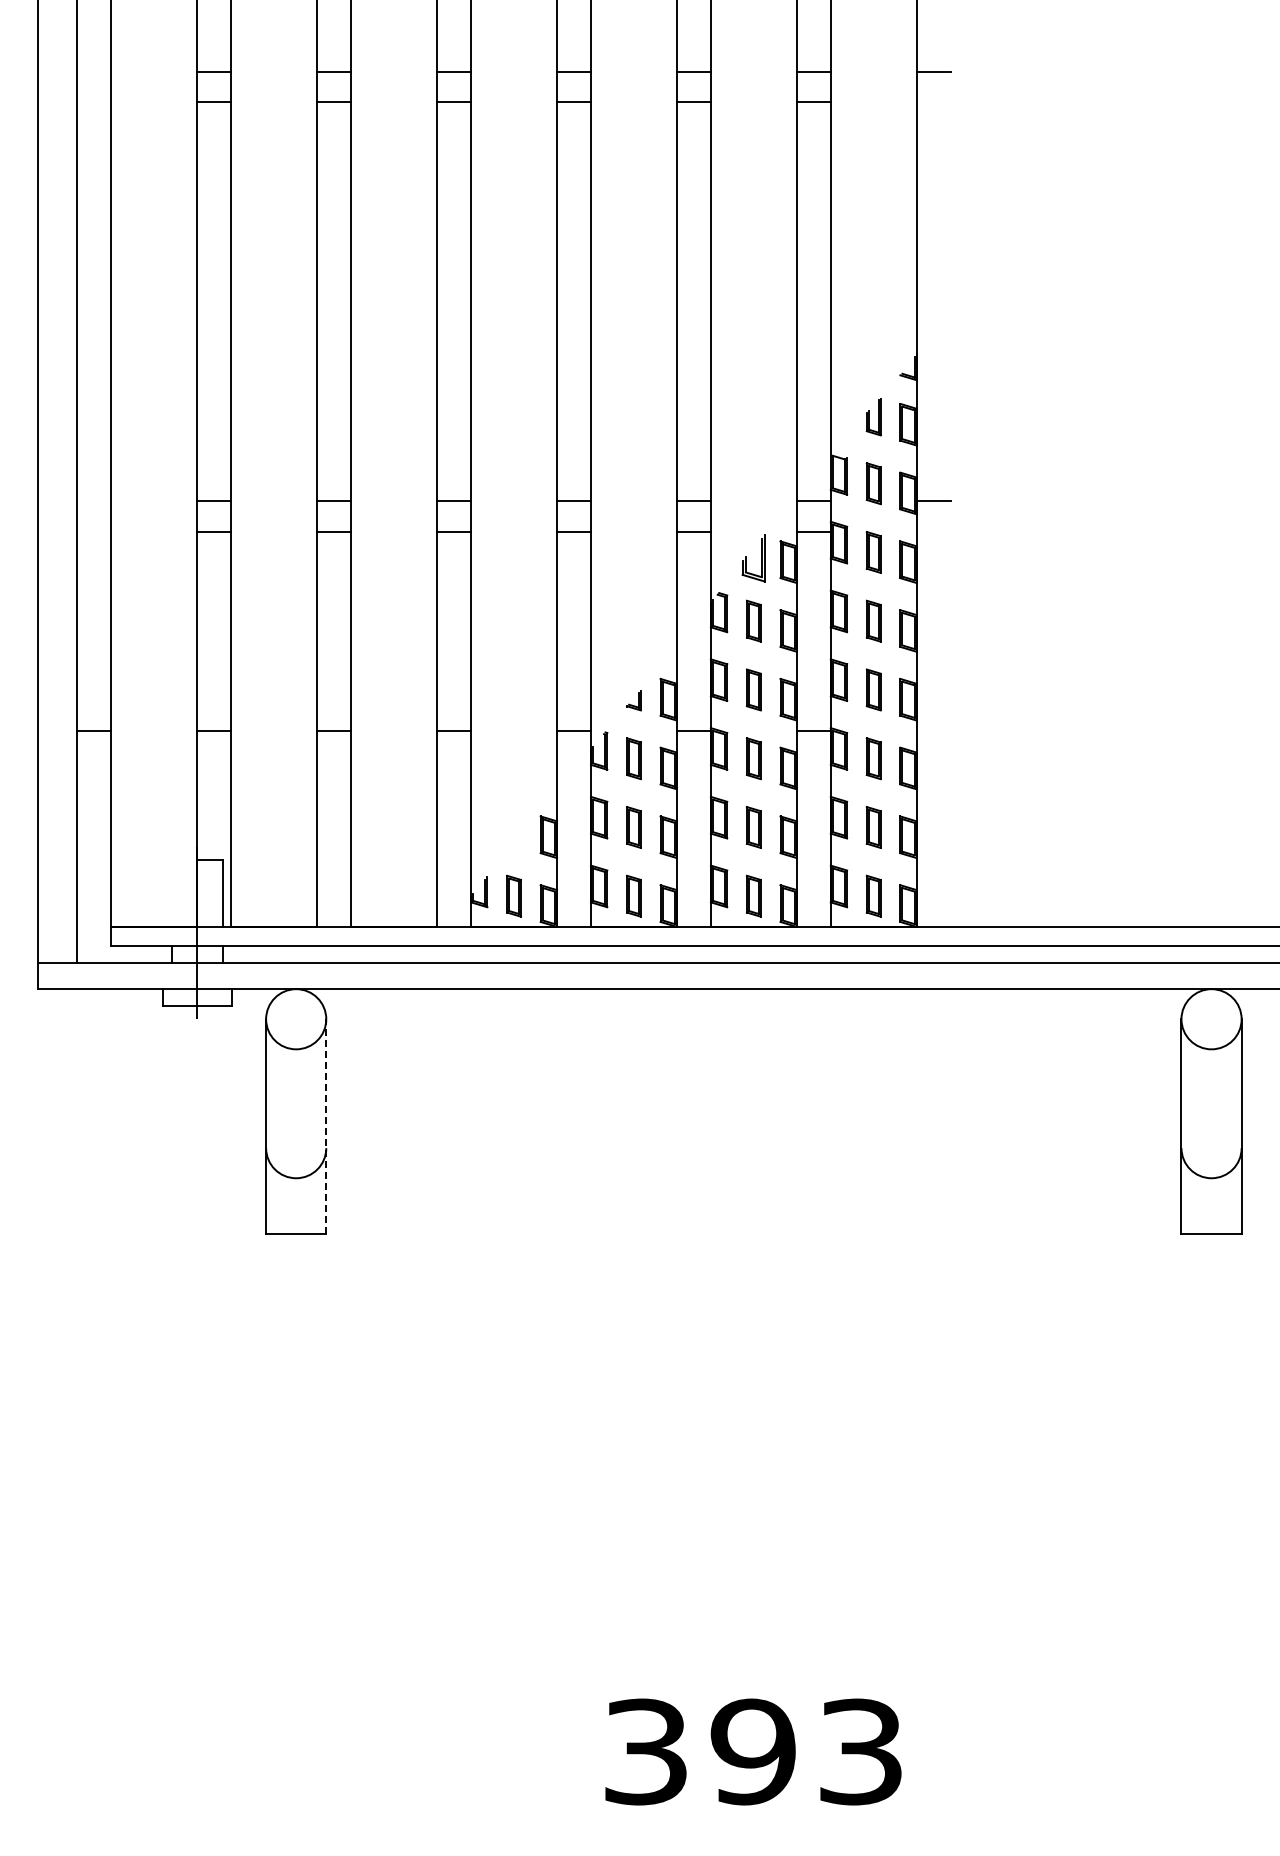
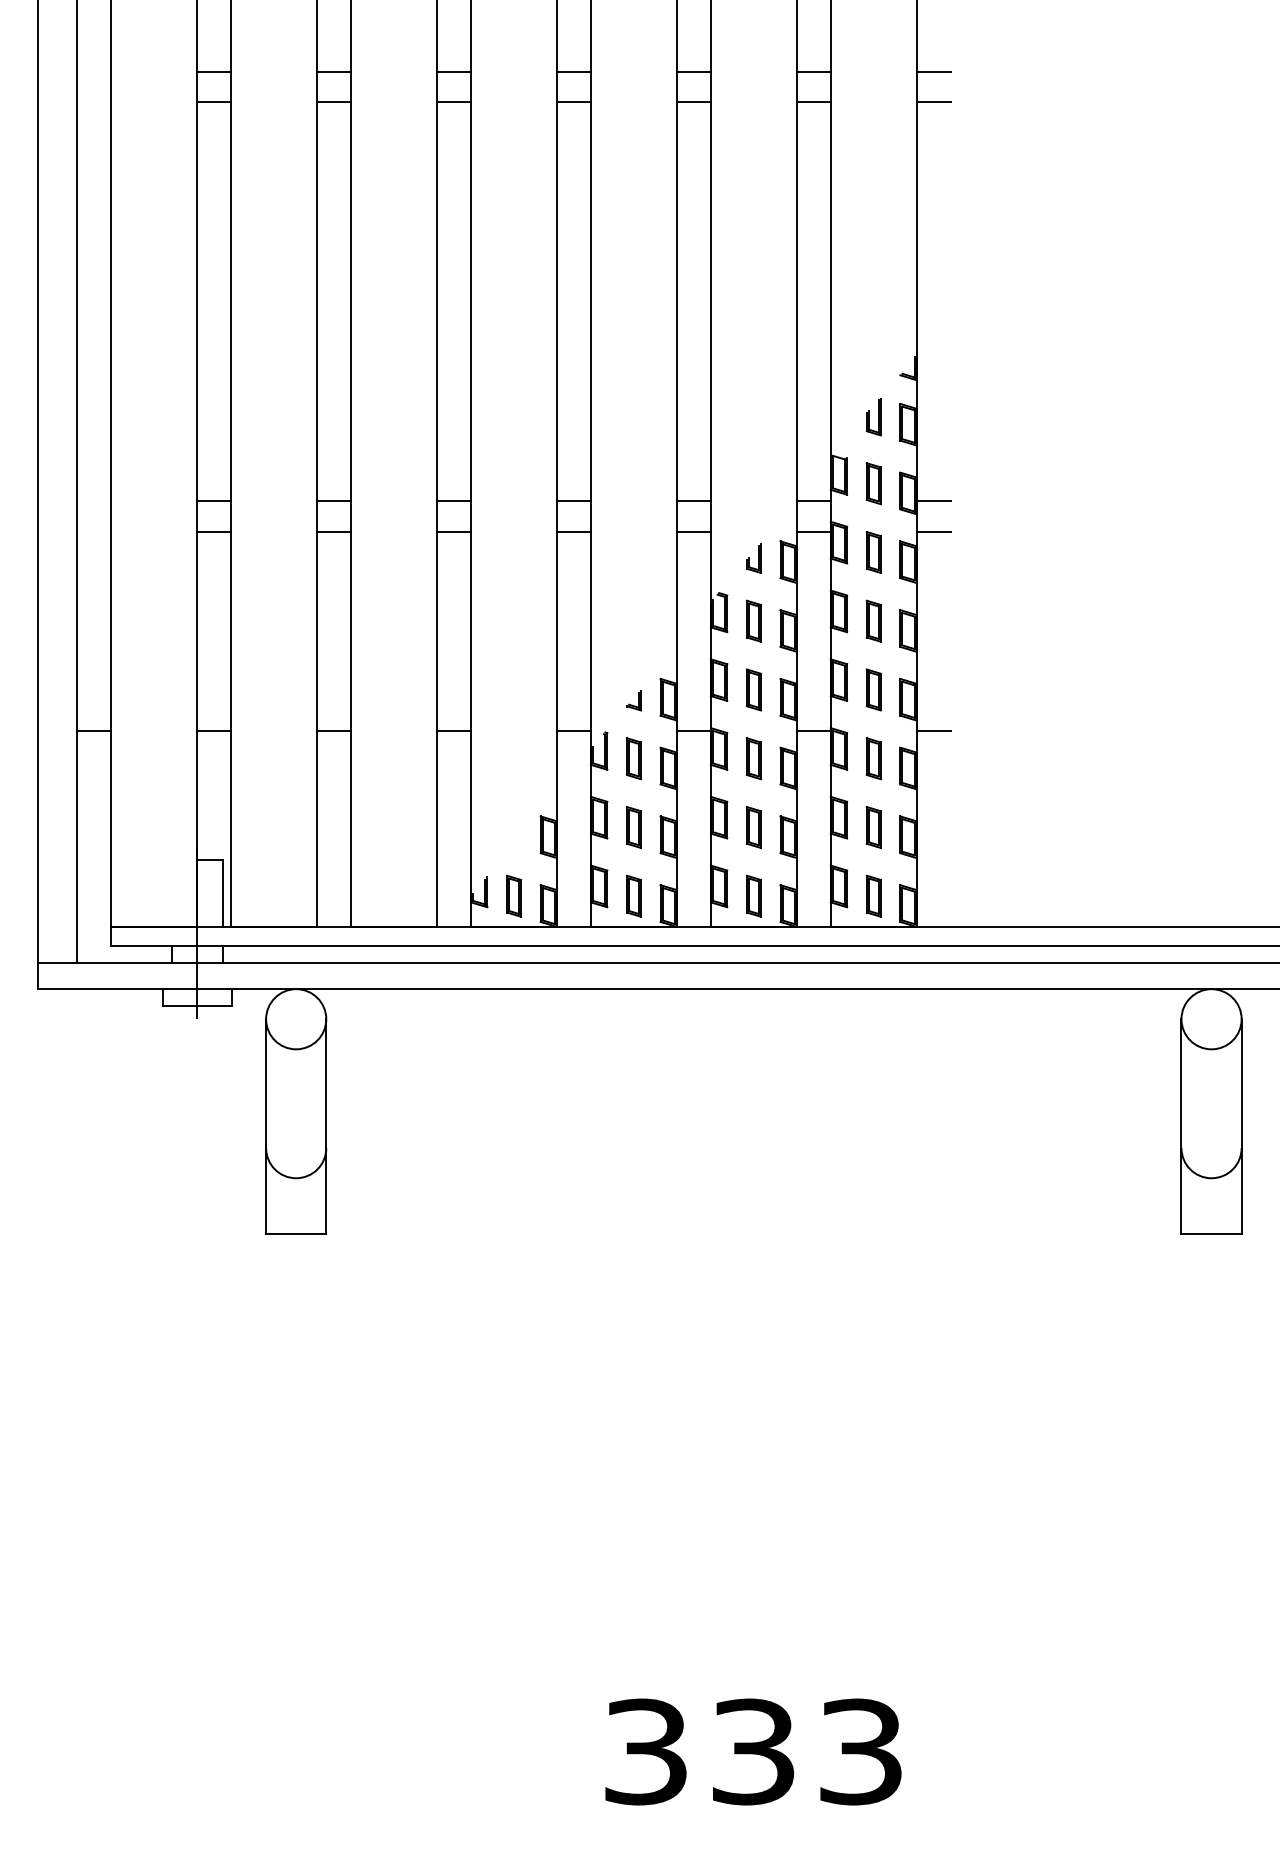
line at (933, 101): none -> present
line at (933, 531): none -> present
part at (753, 558) size: 25x49 px -> 16x31 px
line at (933, 731): none -> present
line at (326, 1126): dashed -> solid
text at (752, 1751): 393 -> 333
